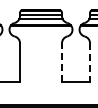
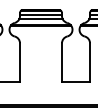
line at (62, 62): dashed -> solid
line at (90, 63): dashed -> solid
